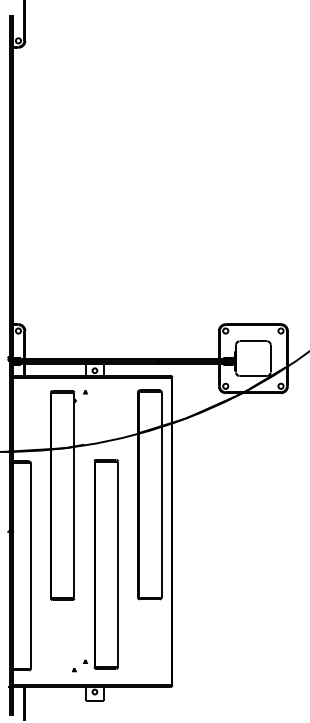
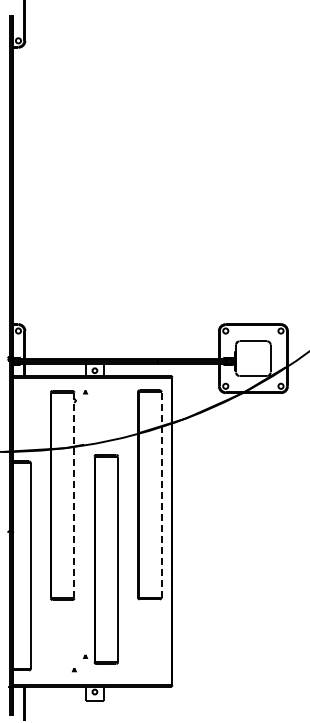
line at (161, 494): solid -> dashed
line at (74, 495): solid -> dashed
part at (100, 564) position: (100, 564) -> (100, 559)
